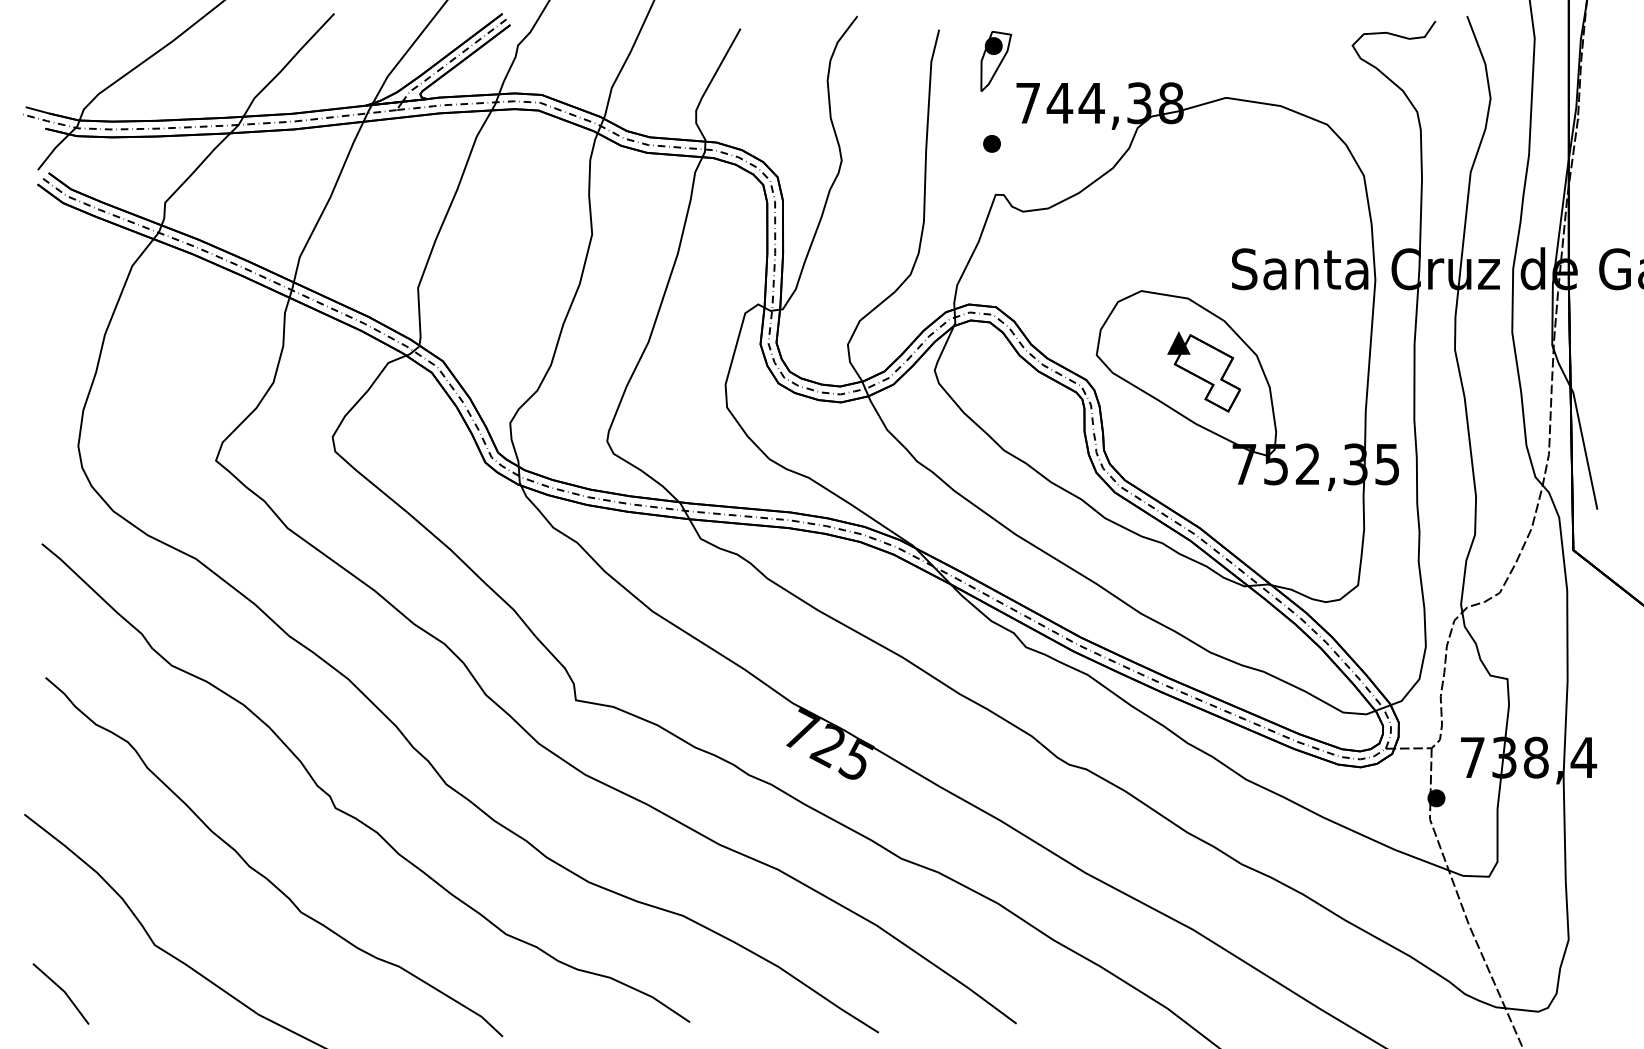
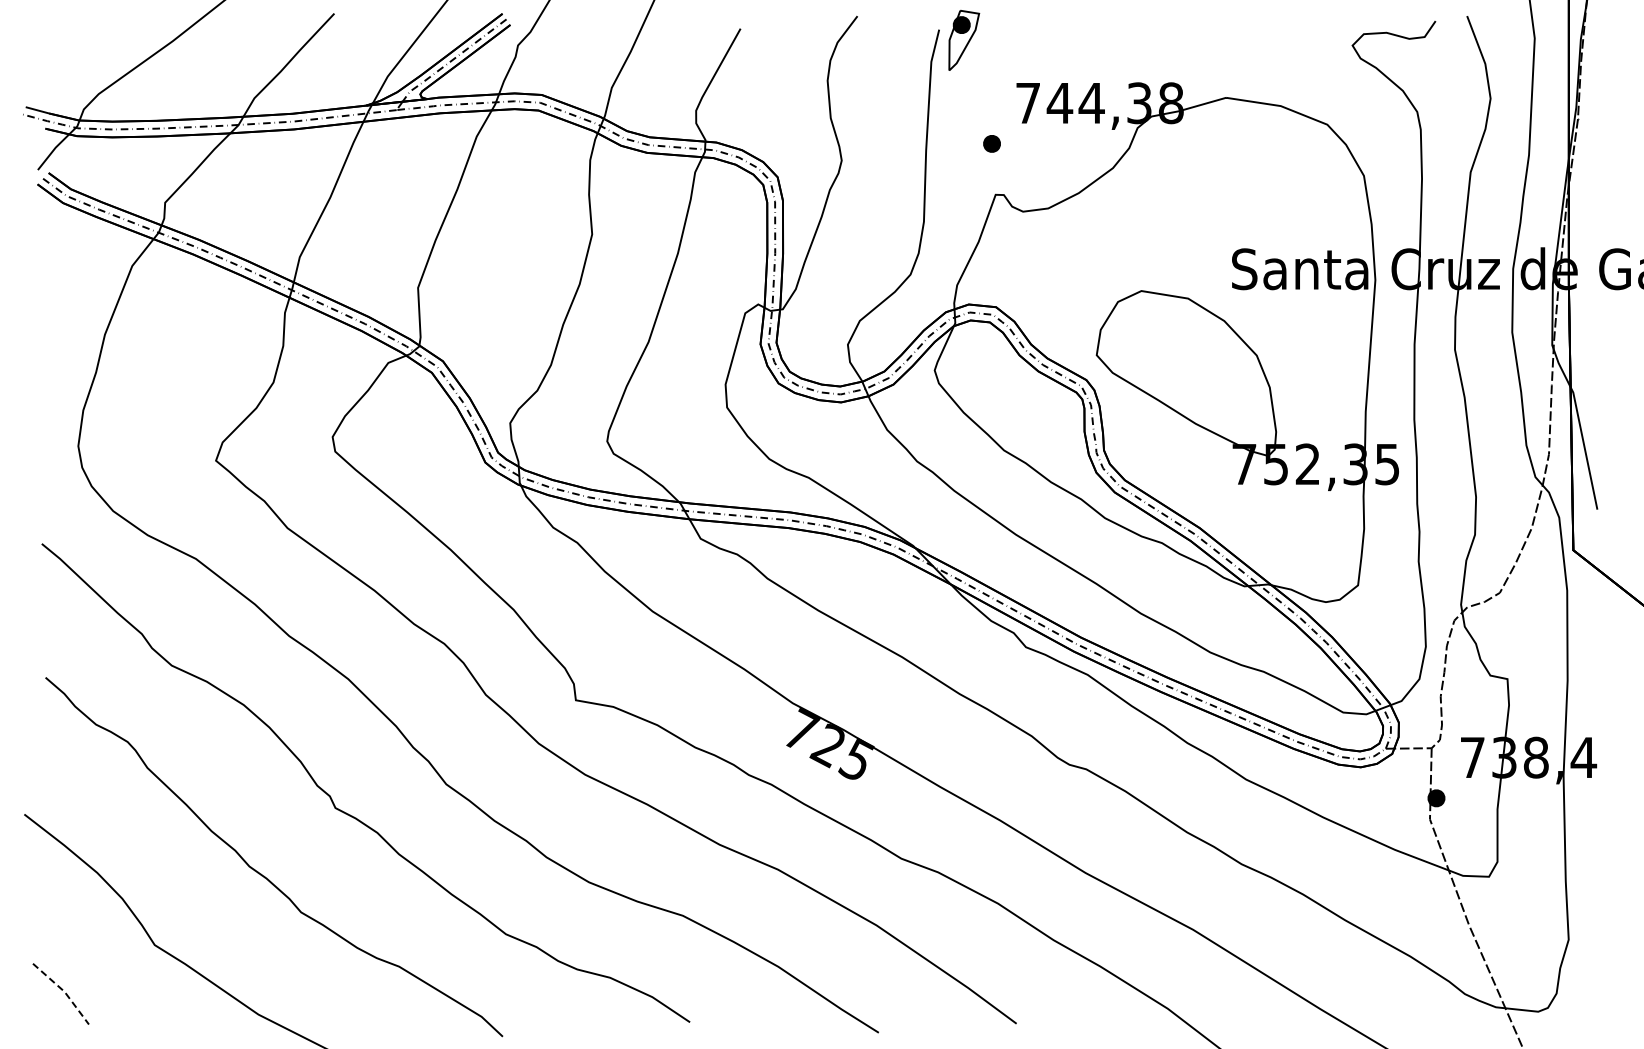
part at (996, 61) position: (996, 61) -> (964, 40)
part at (1203, 371): present -> none
line at (64, 991): solid -> dashed
